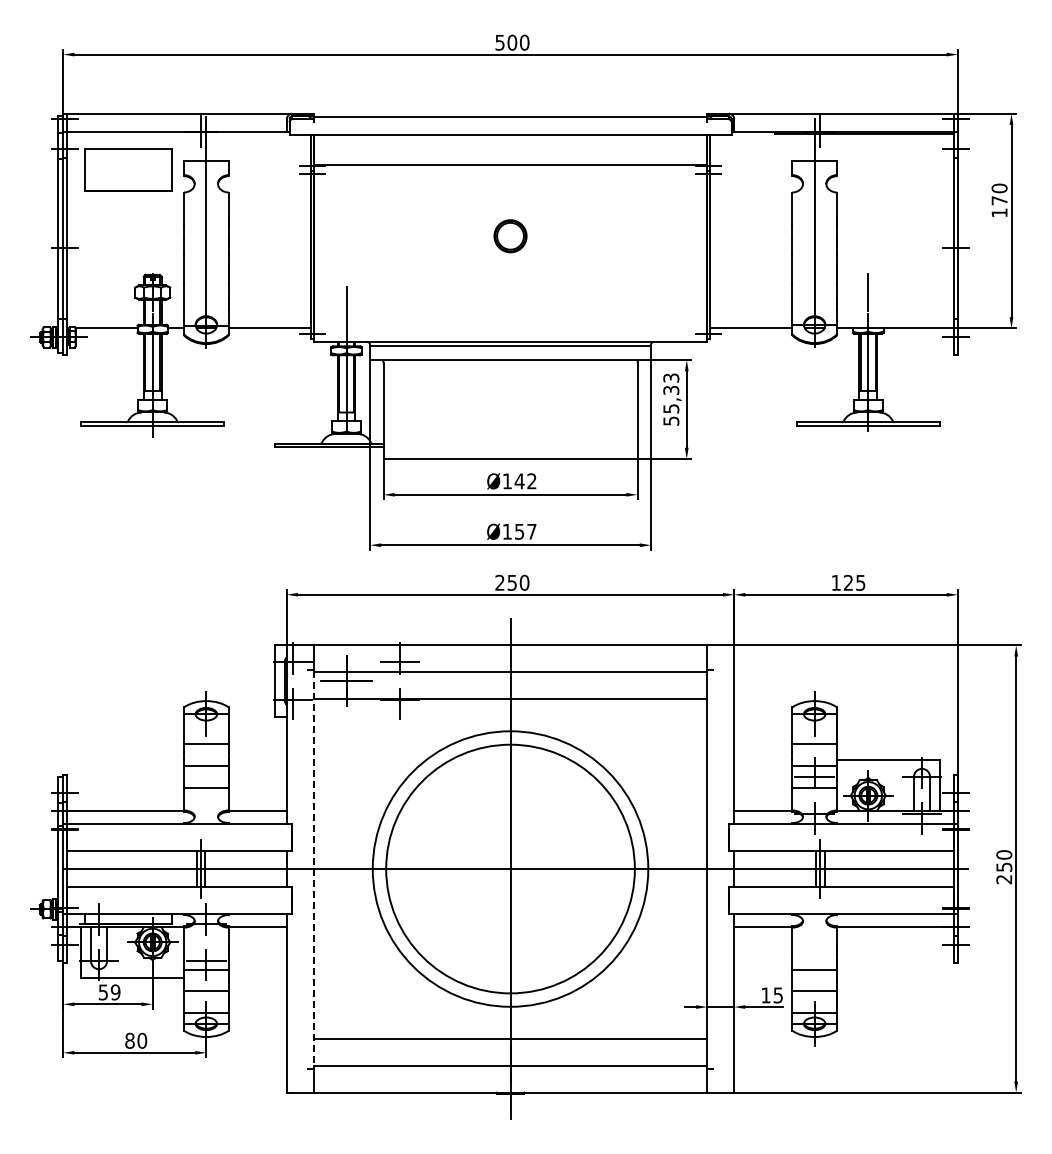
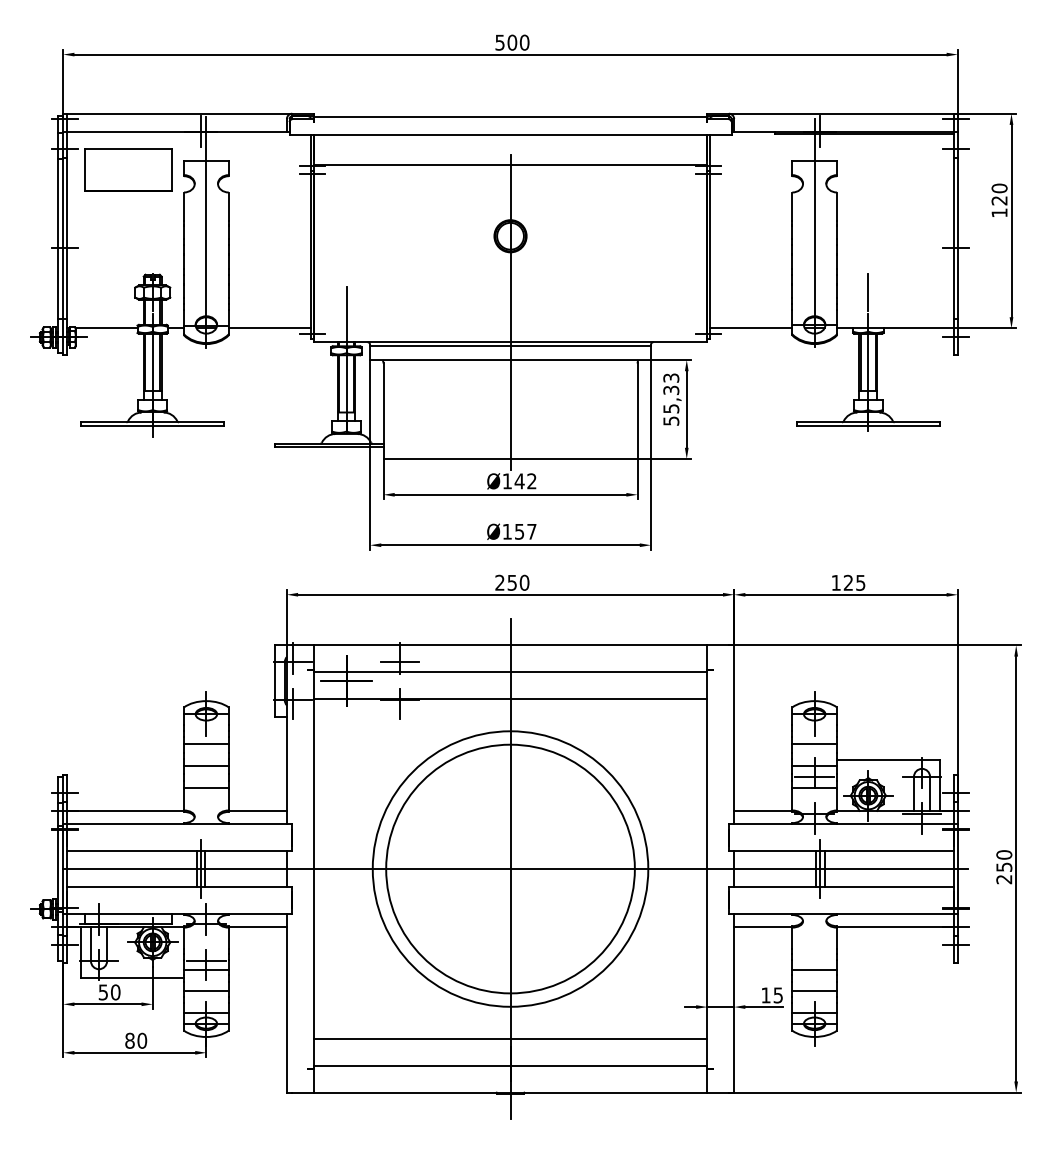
text at (999, 200): 170 -> 120
line at (510, 312): none -> present
line at (313, 869): dashed -> solid
text at (115, 992): 59 -> 50
